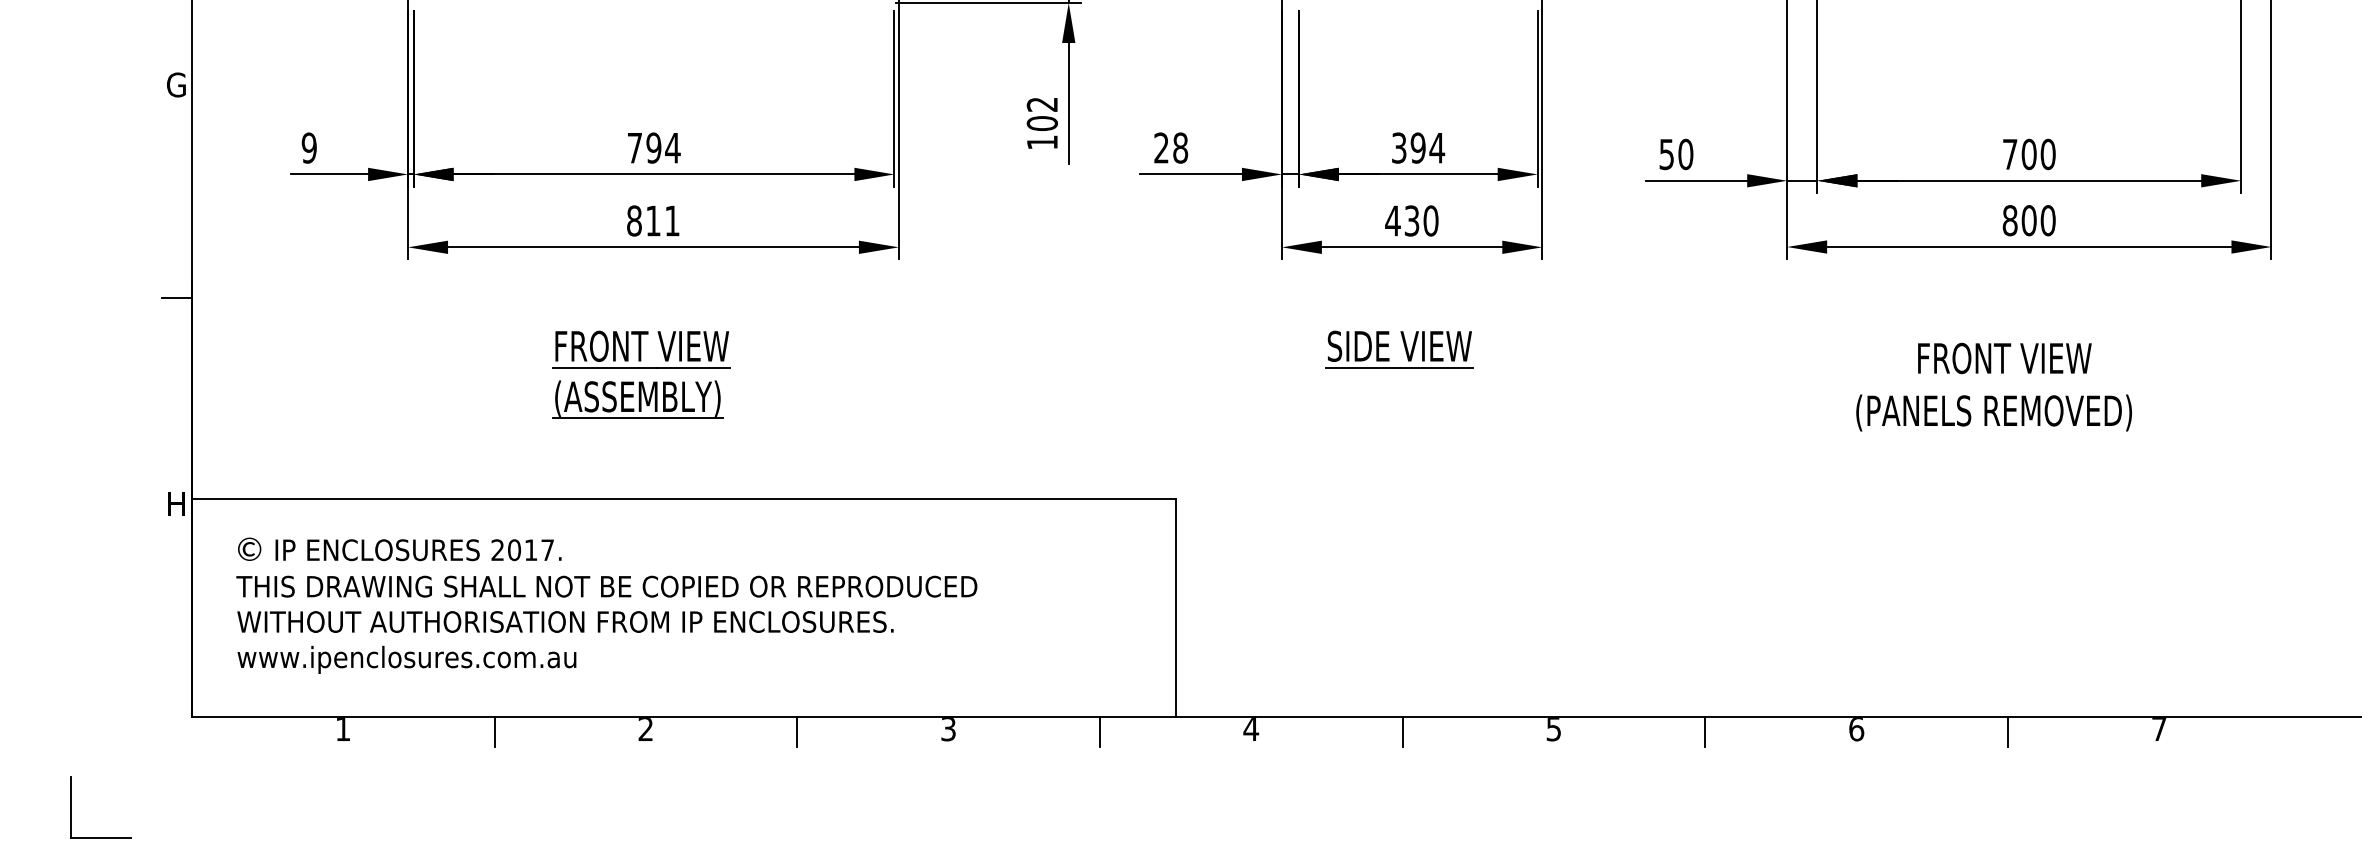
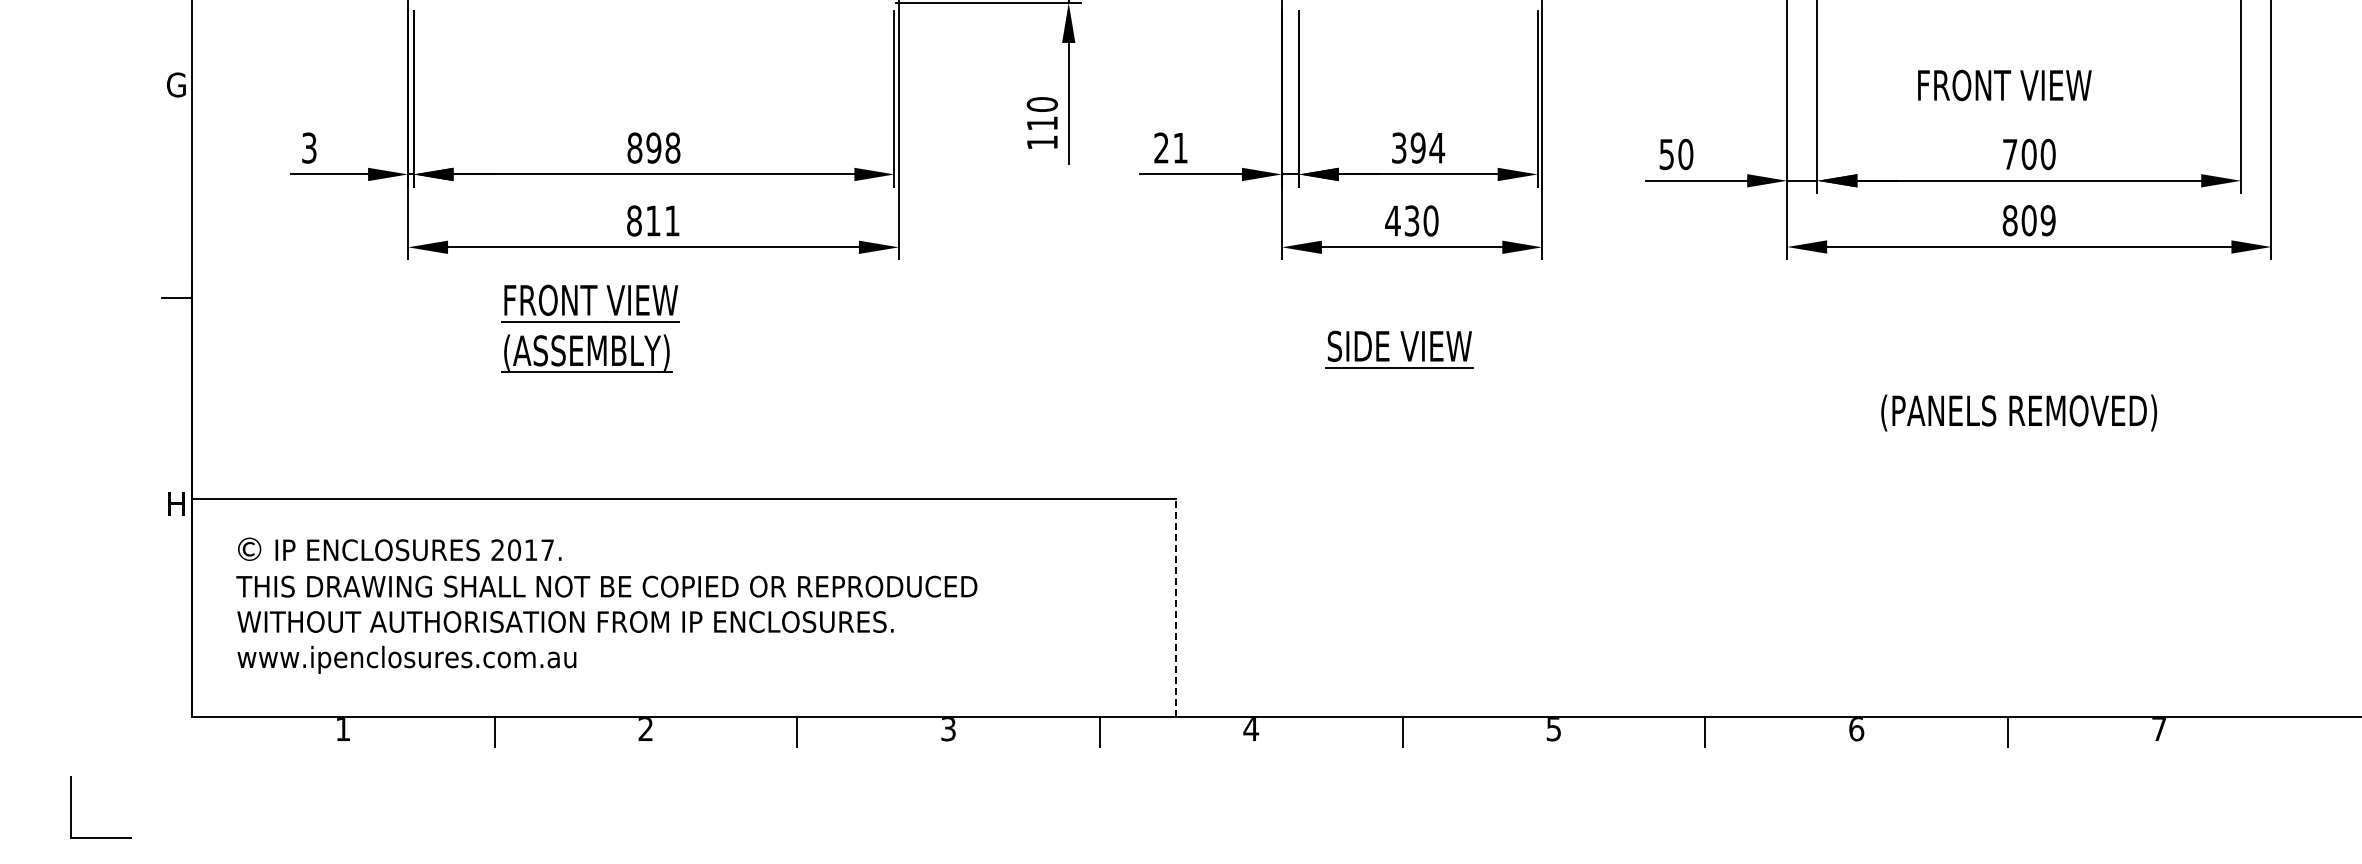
text at (1042, 114): 102 -> 110
text at (308, 147): 9 -> 3
text at (653, 147): 794 -> 898
text at (1180, 147): 28 -> 21
text at (2047, 220): 800 -> 809
text at (2004, 358) position: (2004, 358) -> (2004, 85)
part at (641, 374) position: (641, 374) -> (590, 328)
text at (1993, 412) position: (1993, 412) -> (2018, 412)
line at (1176, 607): solid -> dashed
